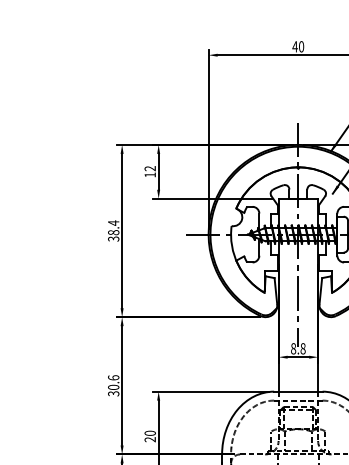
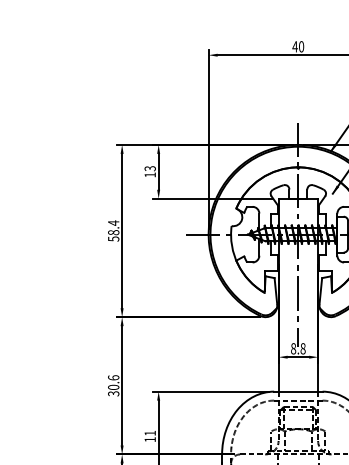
text at (150, 168): 12 -> 13
text at (113, 238): 38.4 -> 58.4
text at (149, 436): 20 -> 11
